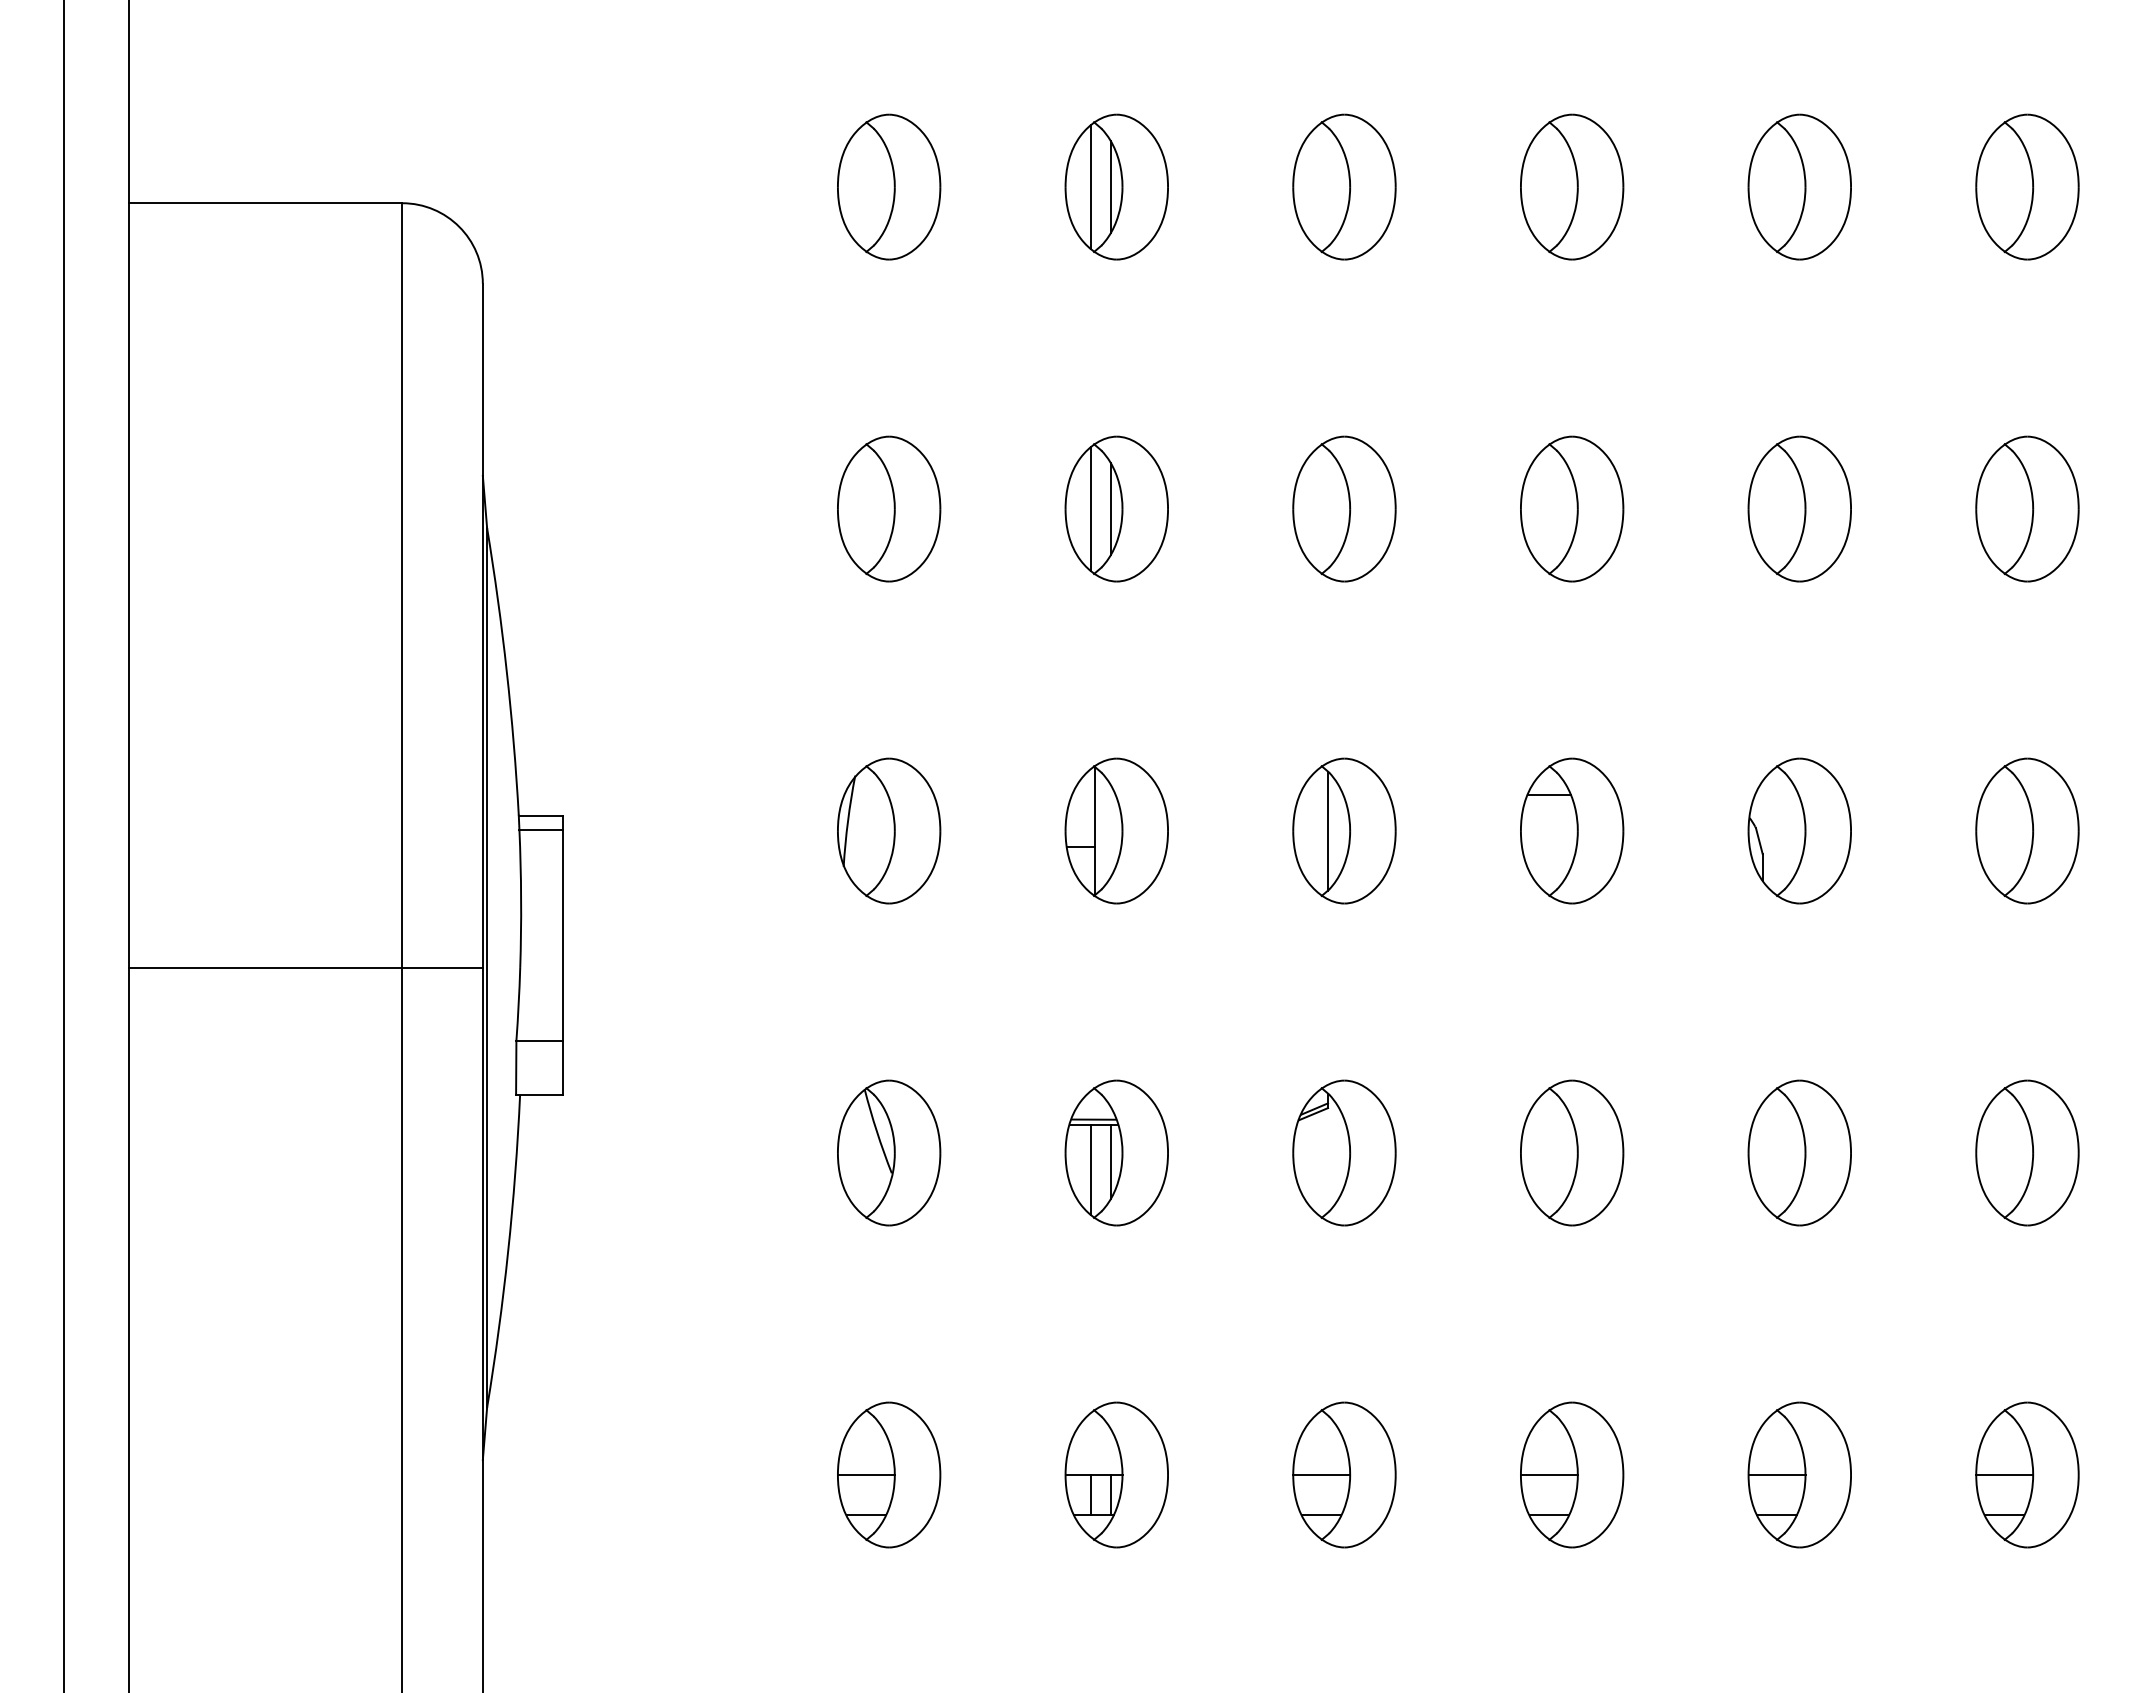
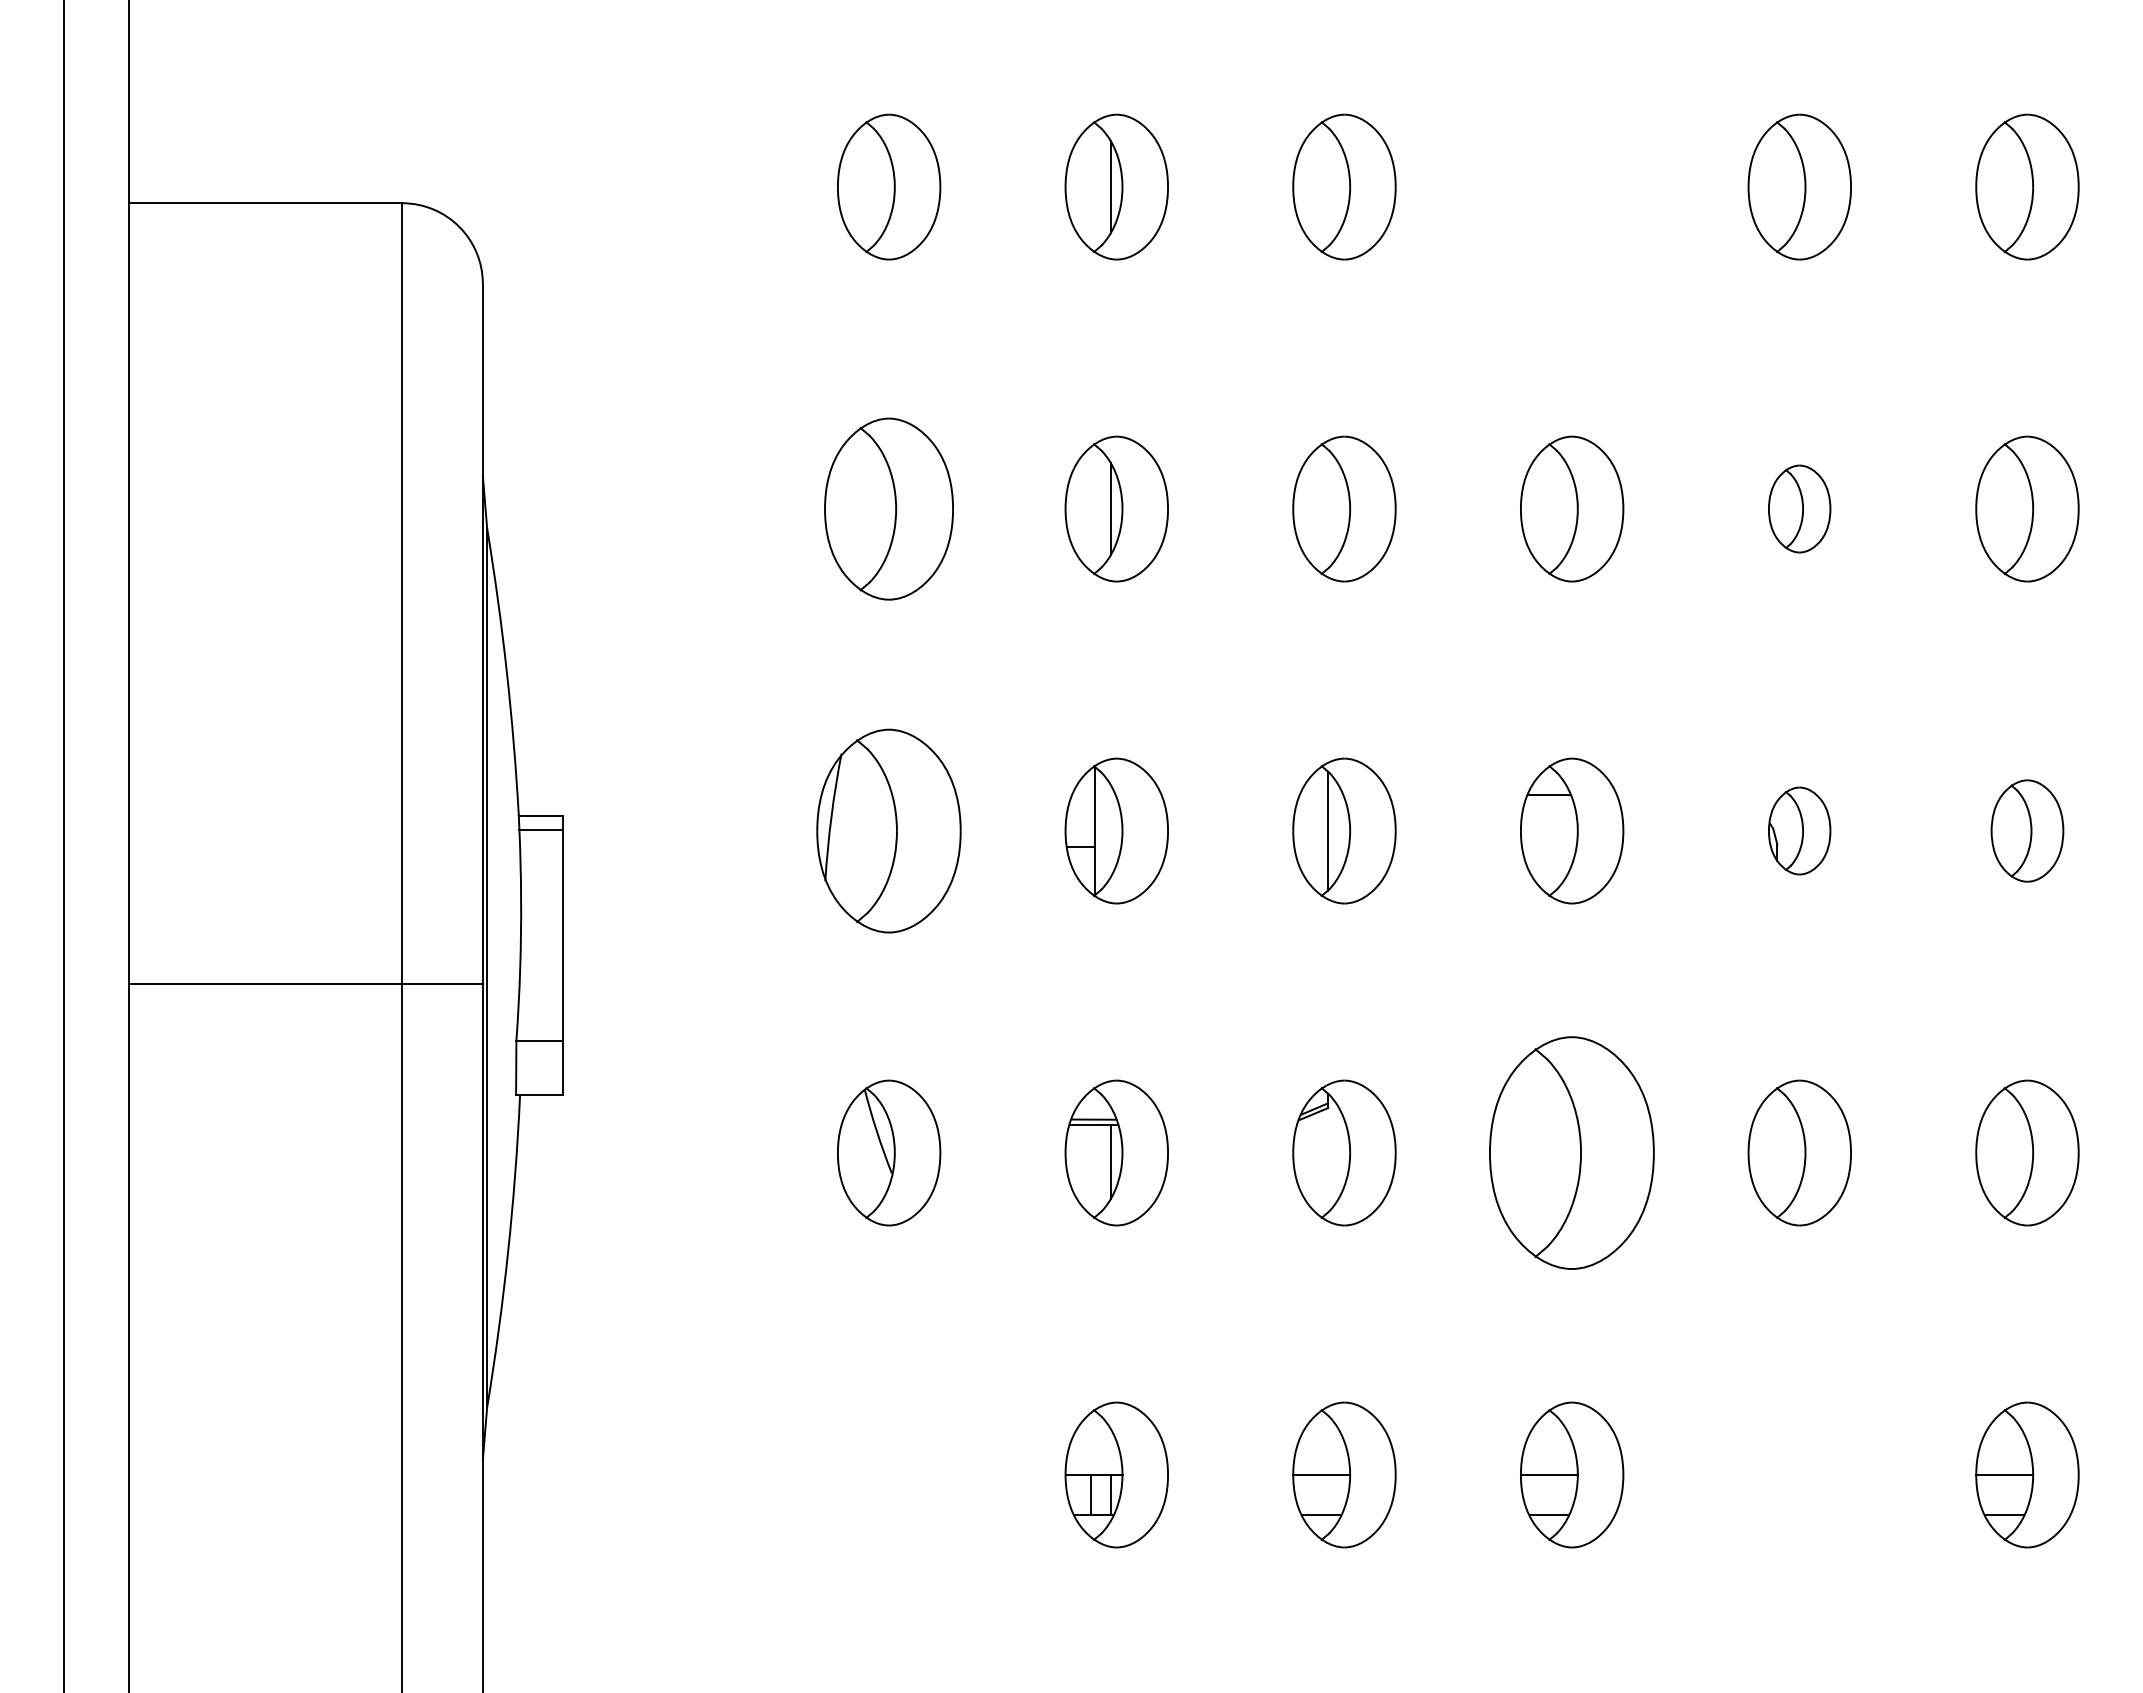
part at (1572, 186): present -> none
line at (1090, 187): present -> none
part at (889, 508) size: 105x148 px -> 130x184 px
part at (1799, 508) size: 105x148 px -> 64x90 px
line at (1090, 509): present -> none
part at (889, 830) size: 105x148 px -> 146x206 px
part at (1799, 830) size: 105x148 px -> 64x90 px
part at (2027, 830) size: 105x148 px -> 75x104 px
line at (305, 967) position: (305, 967) -> (305, 983)
part at (1572, 1152) size: 105x148 px -> 166x234 px
line at (1090, 1169): present -> none
part at (889, 1474): present -> none
part at (1799, 1474): present -> none
